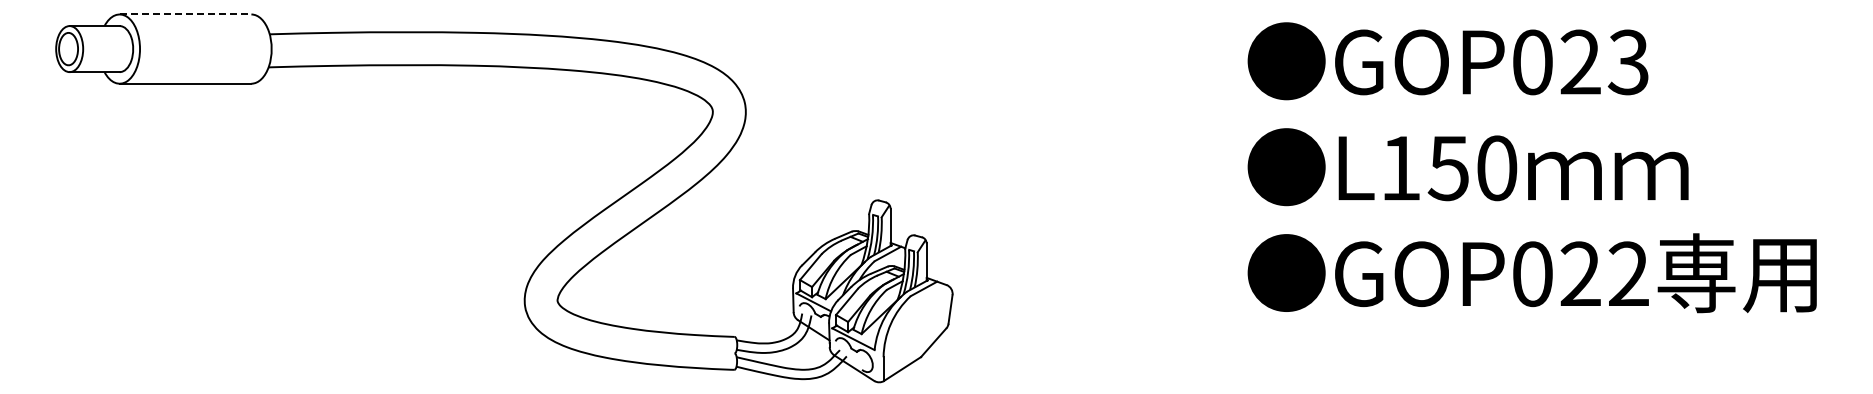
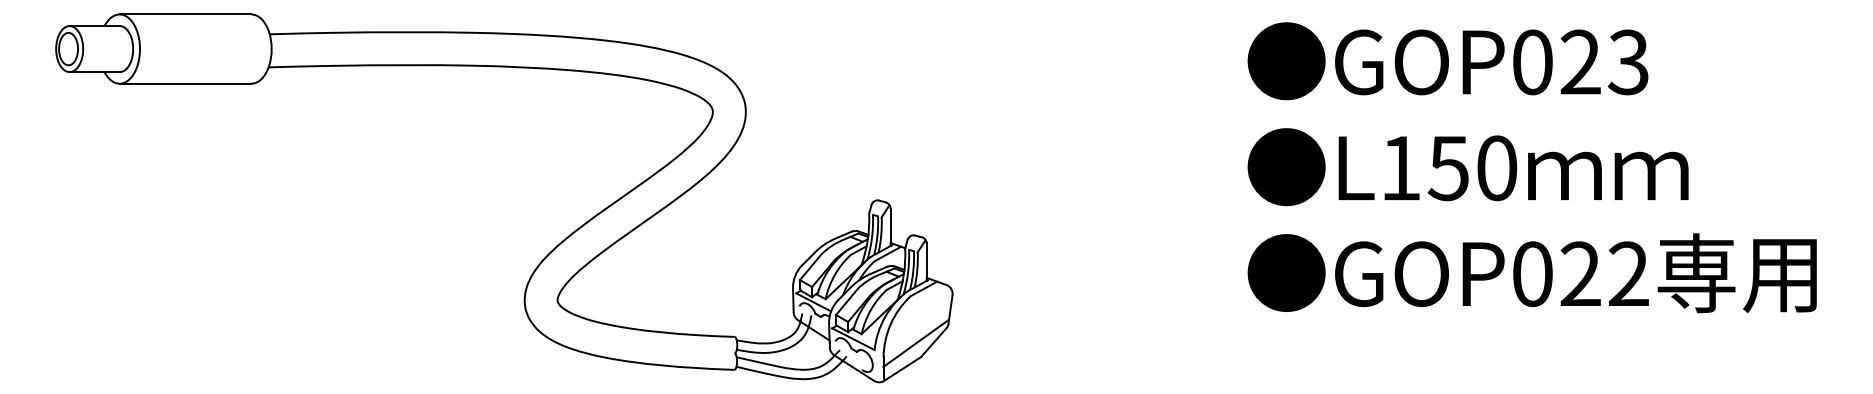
line at (185, 14): dashed -> solid
line at (916, 342): none -> present
